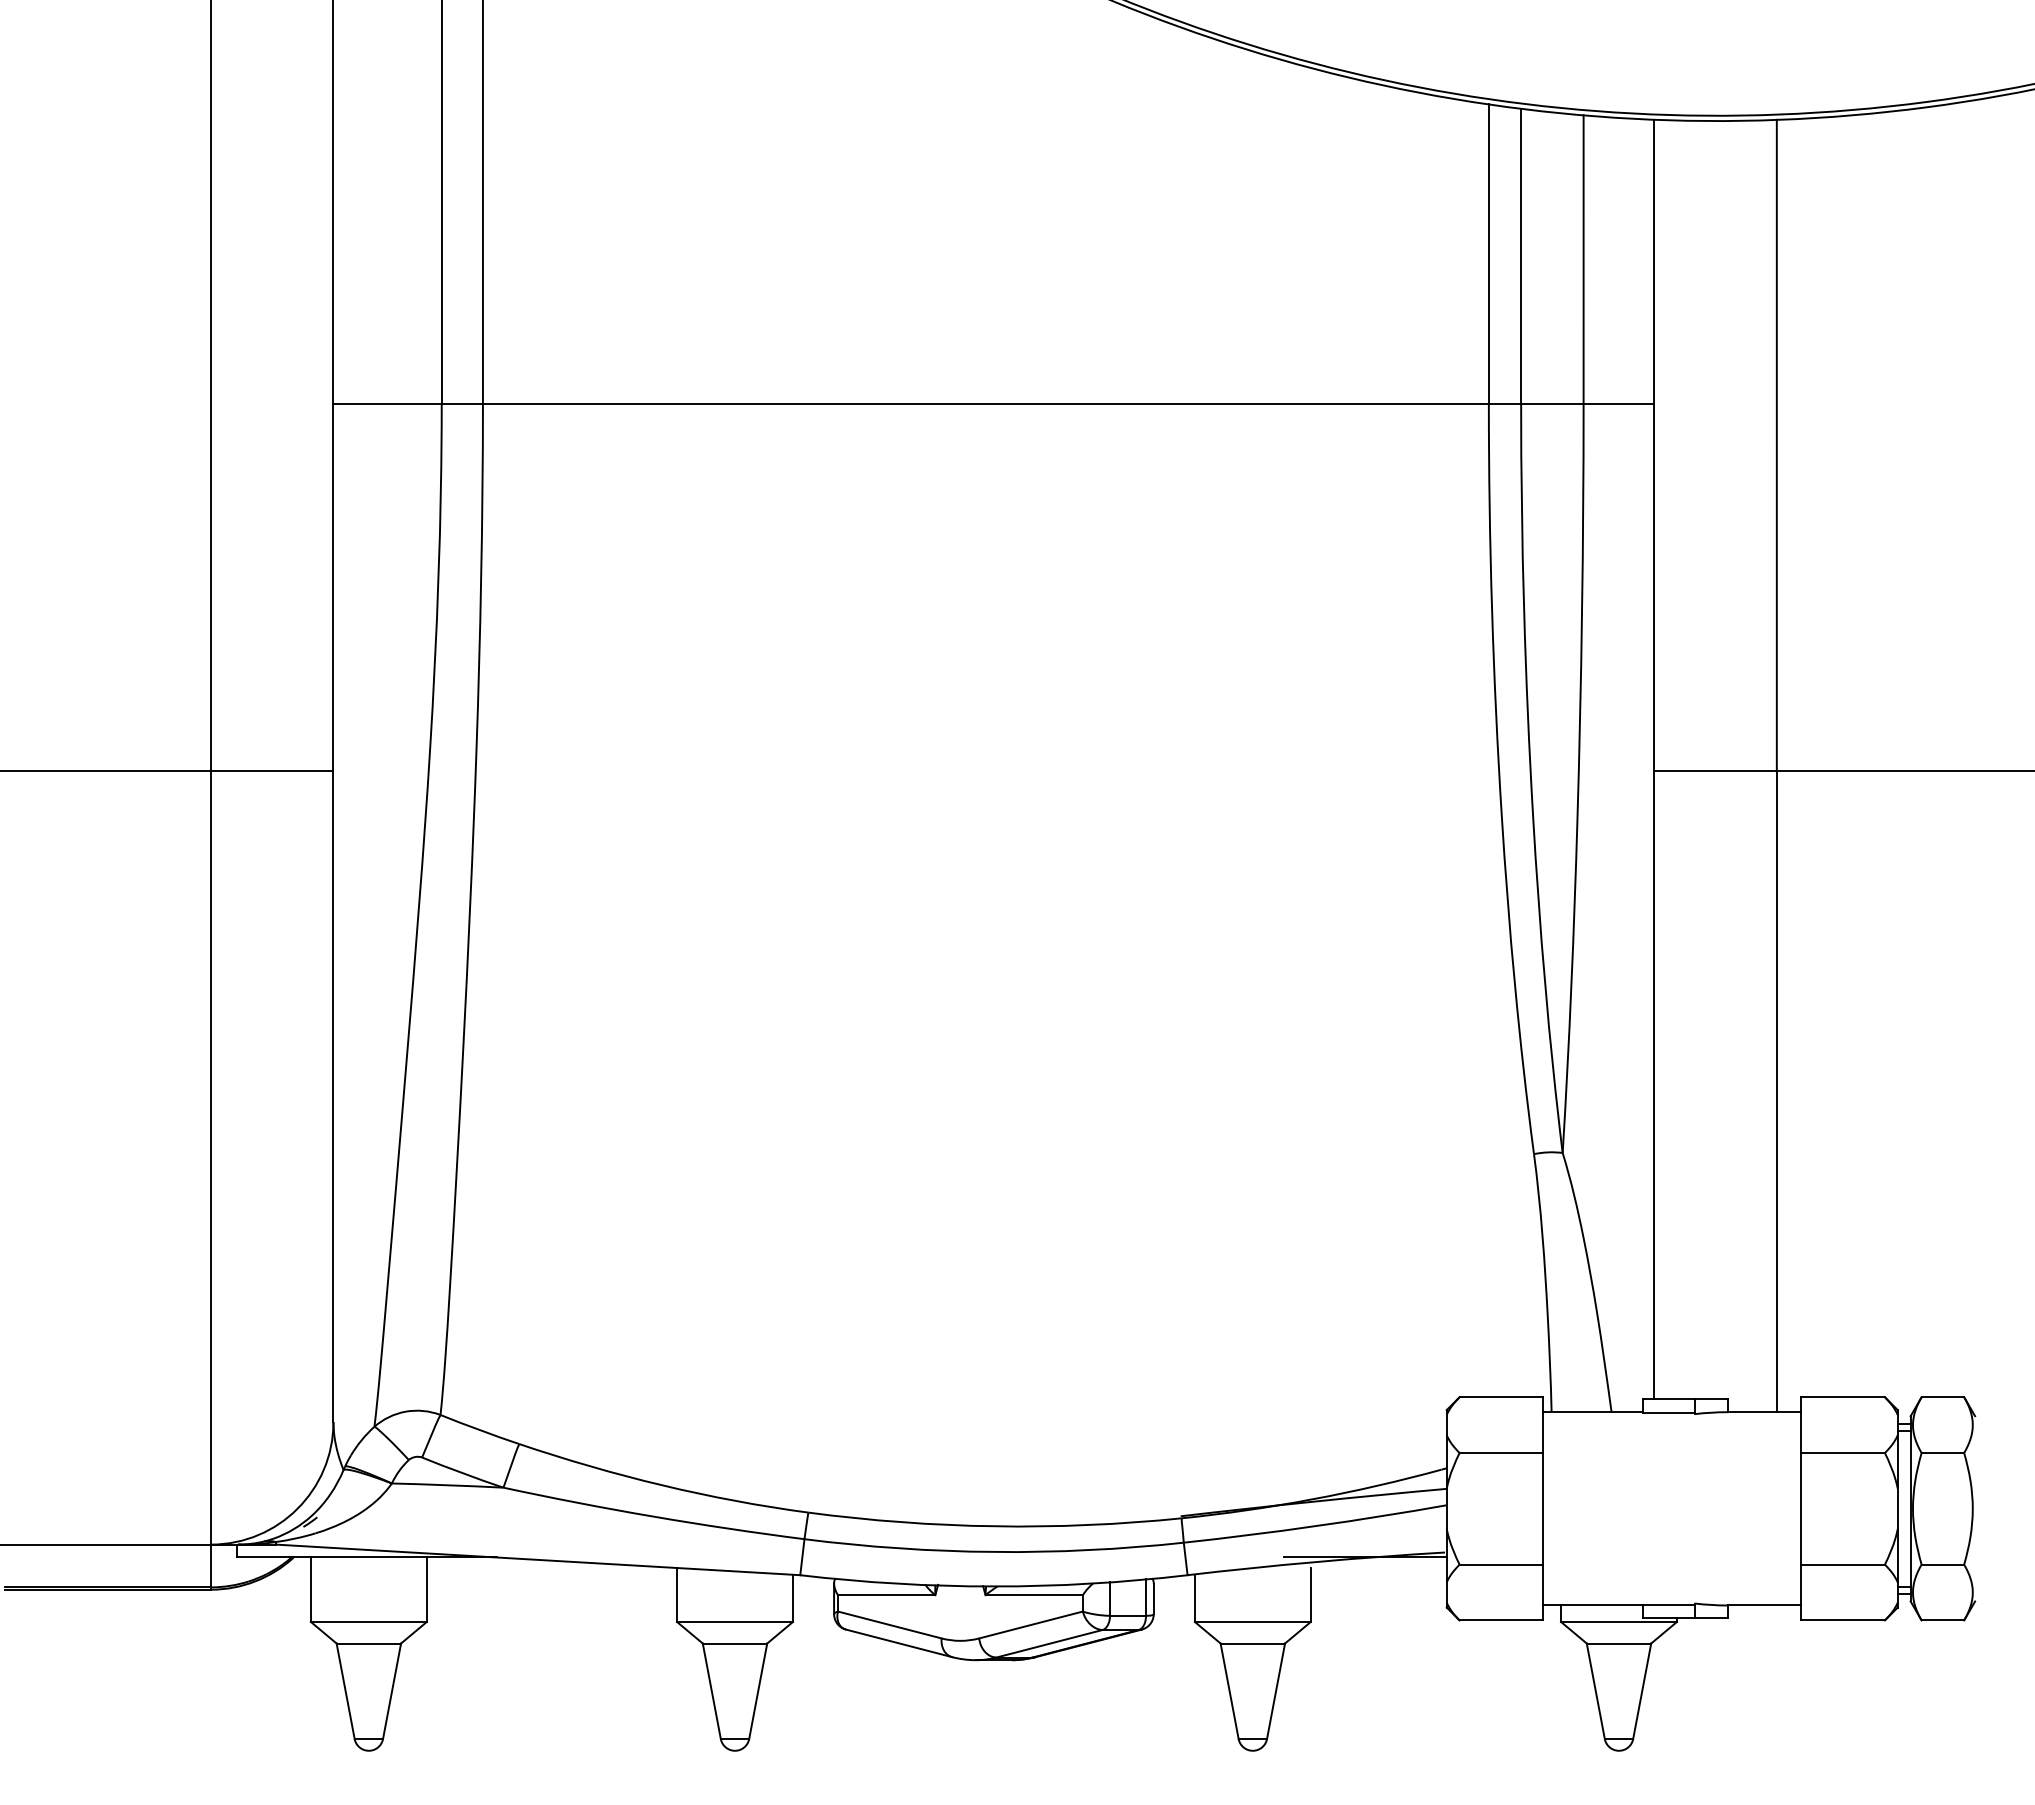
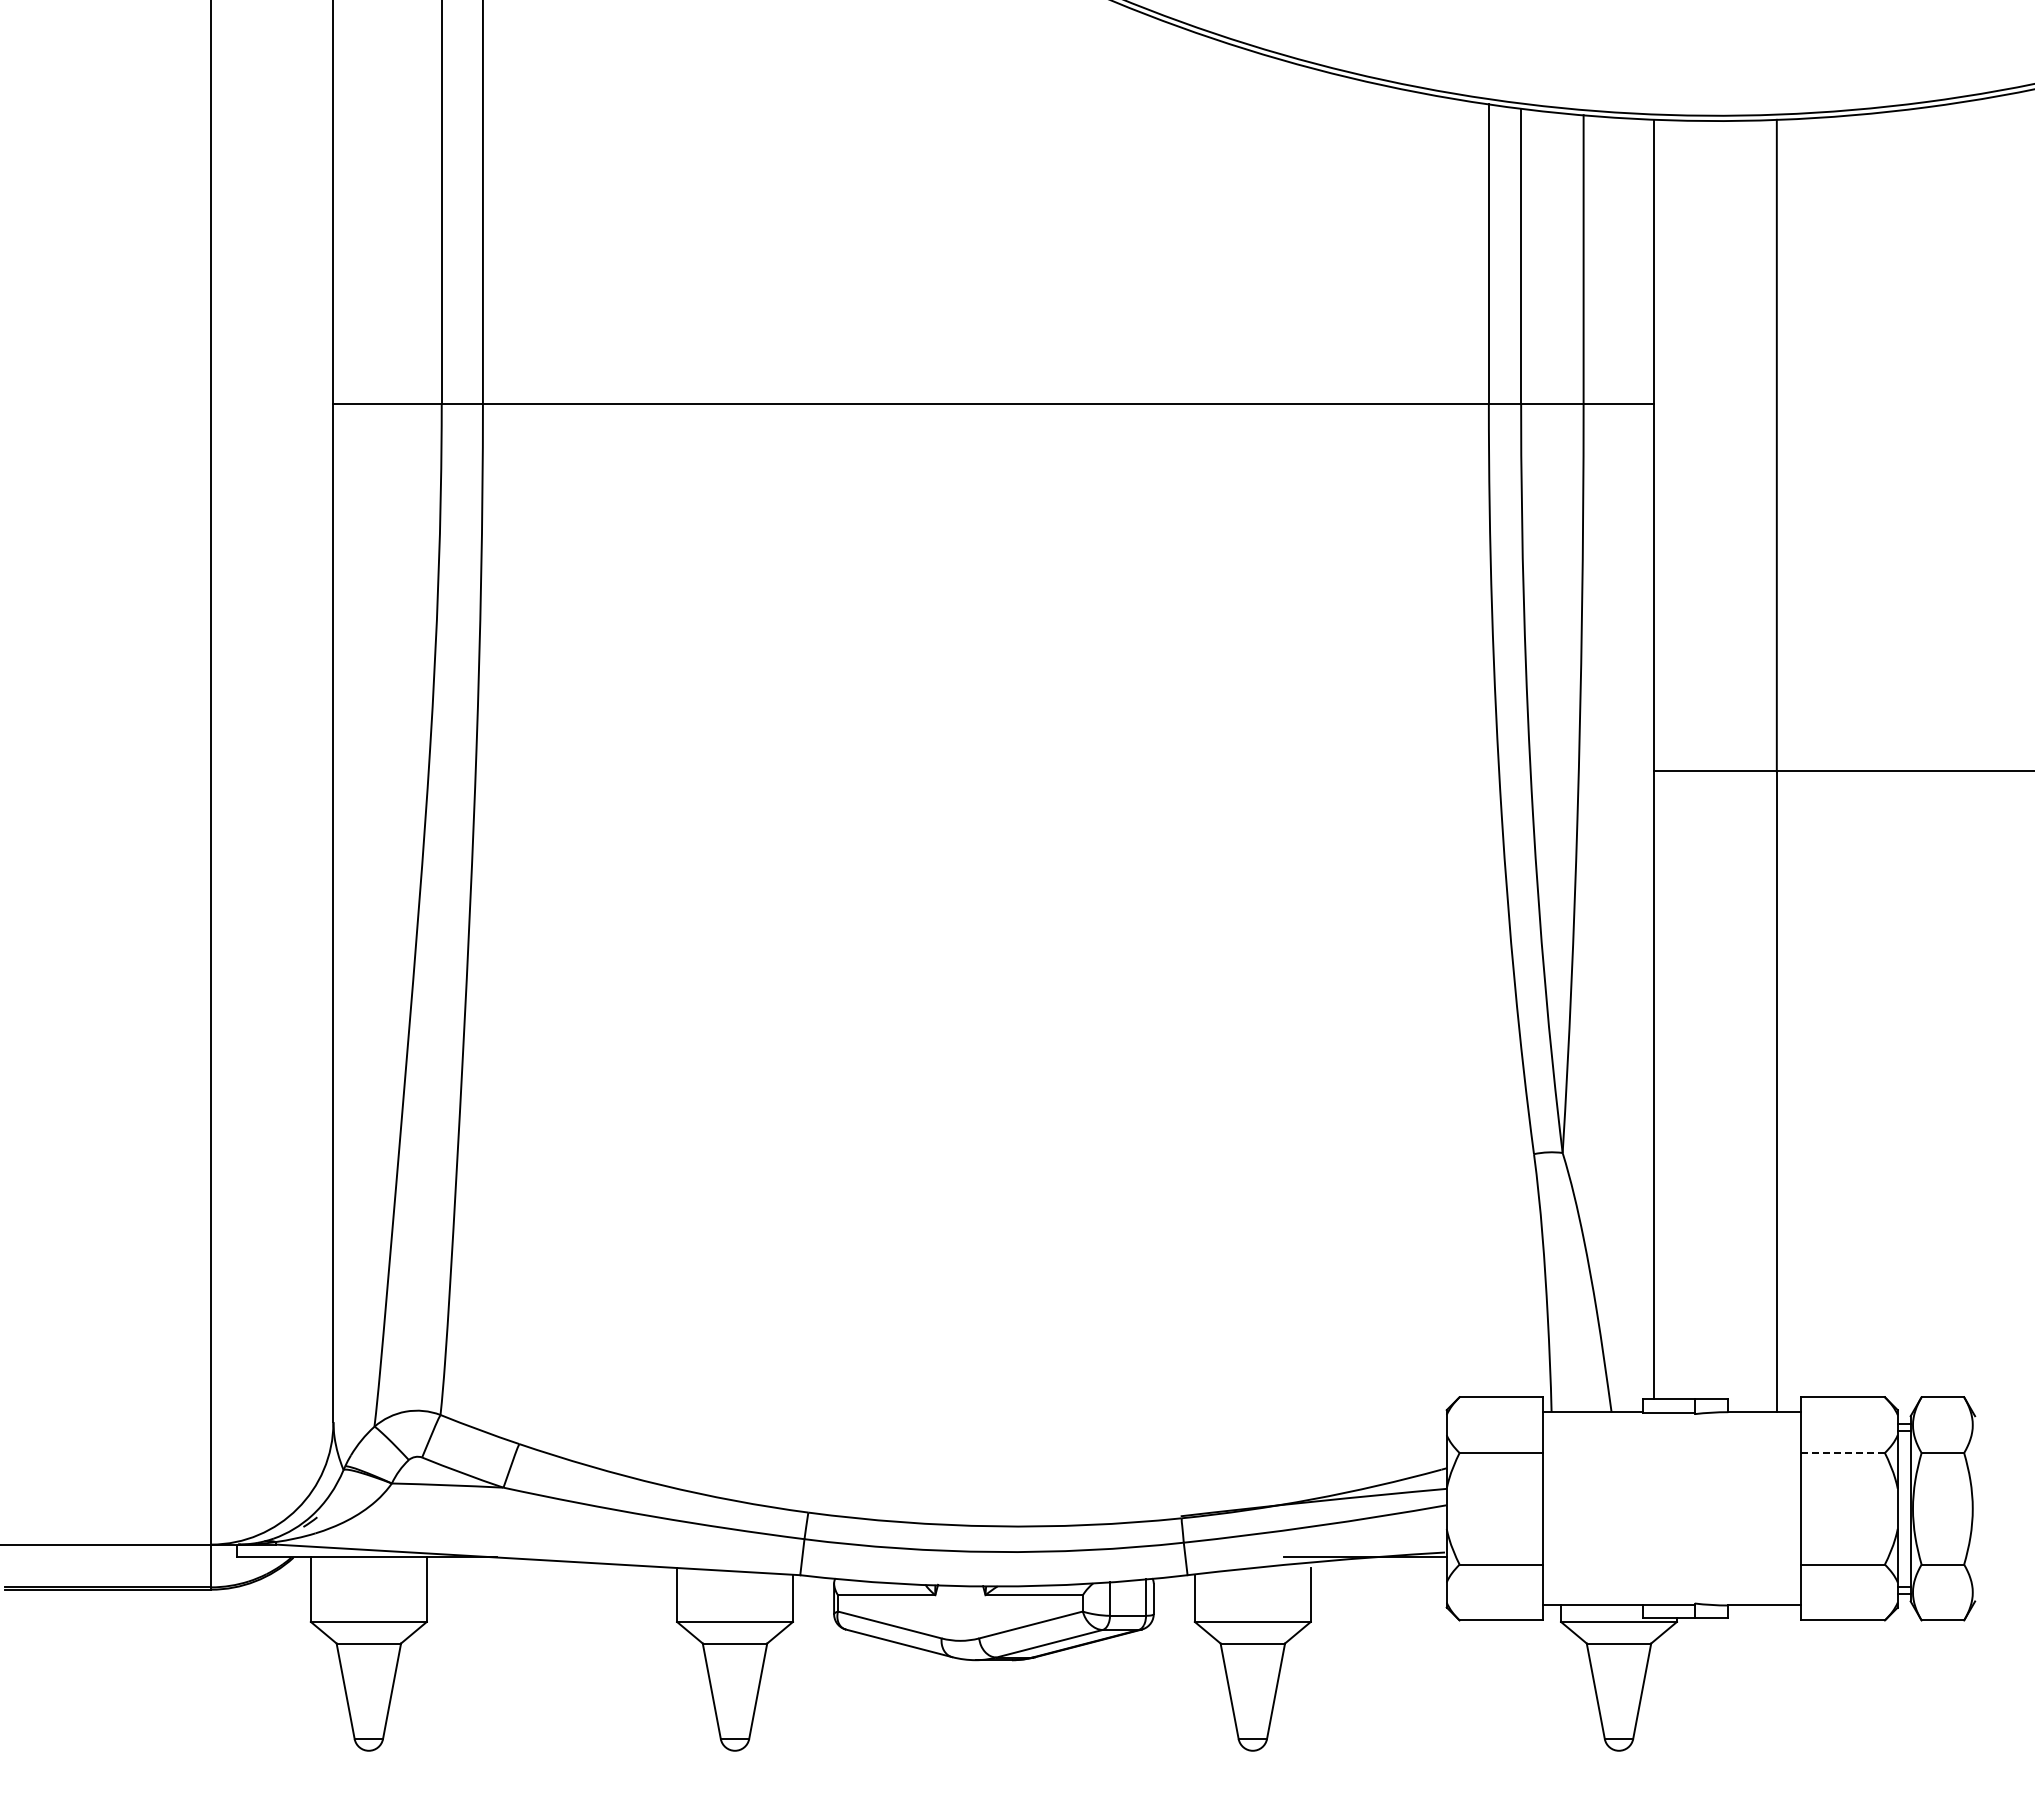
line at (167, 771): present -> none
line at (1843, 1453): solid -> dashed
